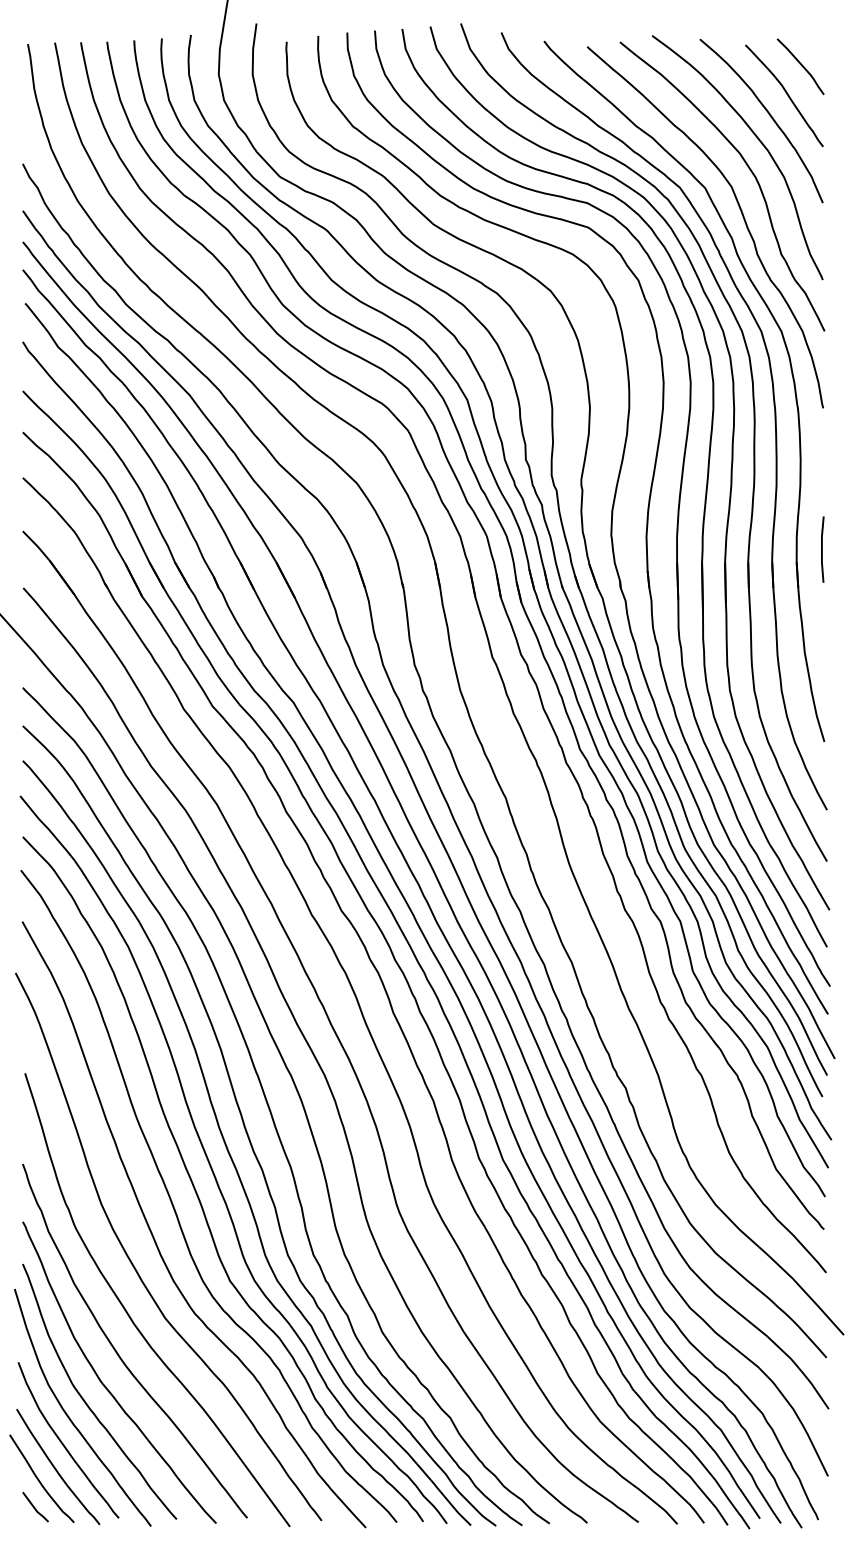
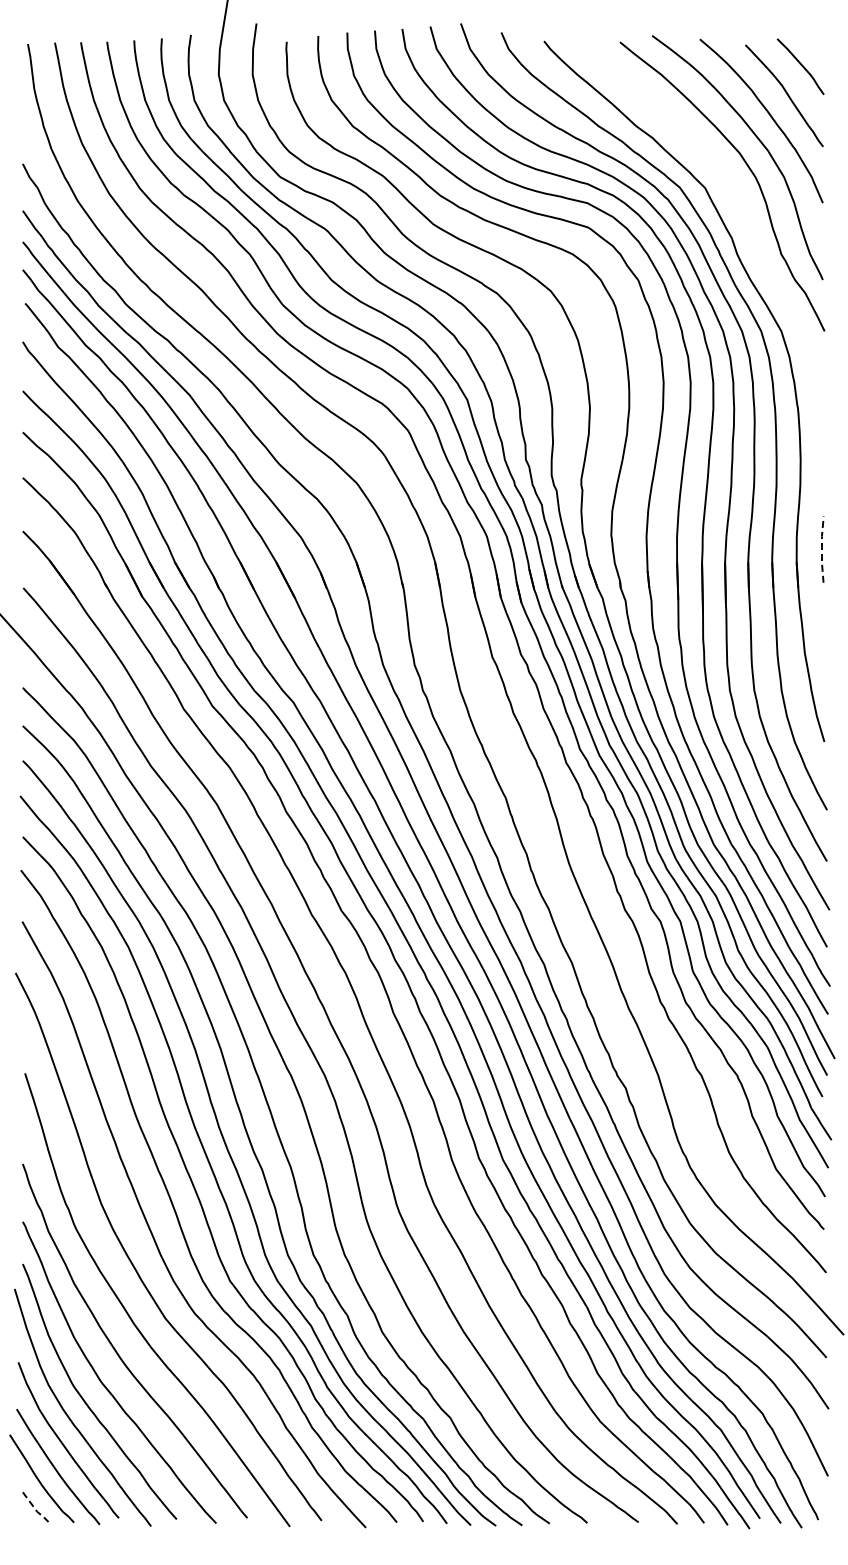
curve at (741, 214): present -> none
line at (821, 549): solid -> dashed
line at (35, 1509): solid -> dashed
